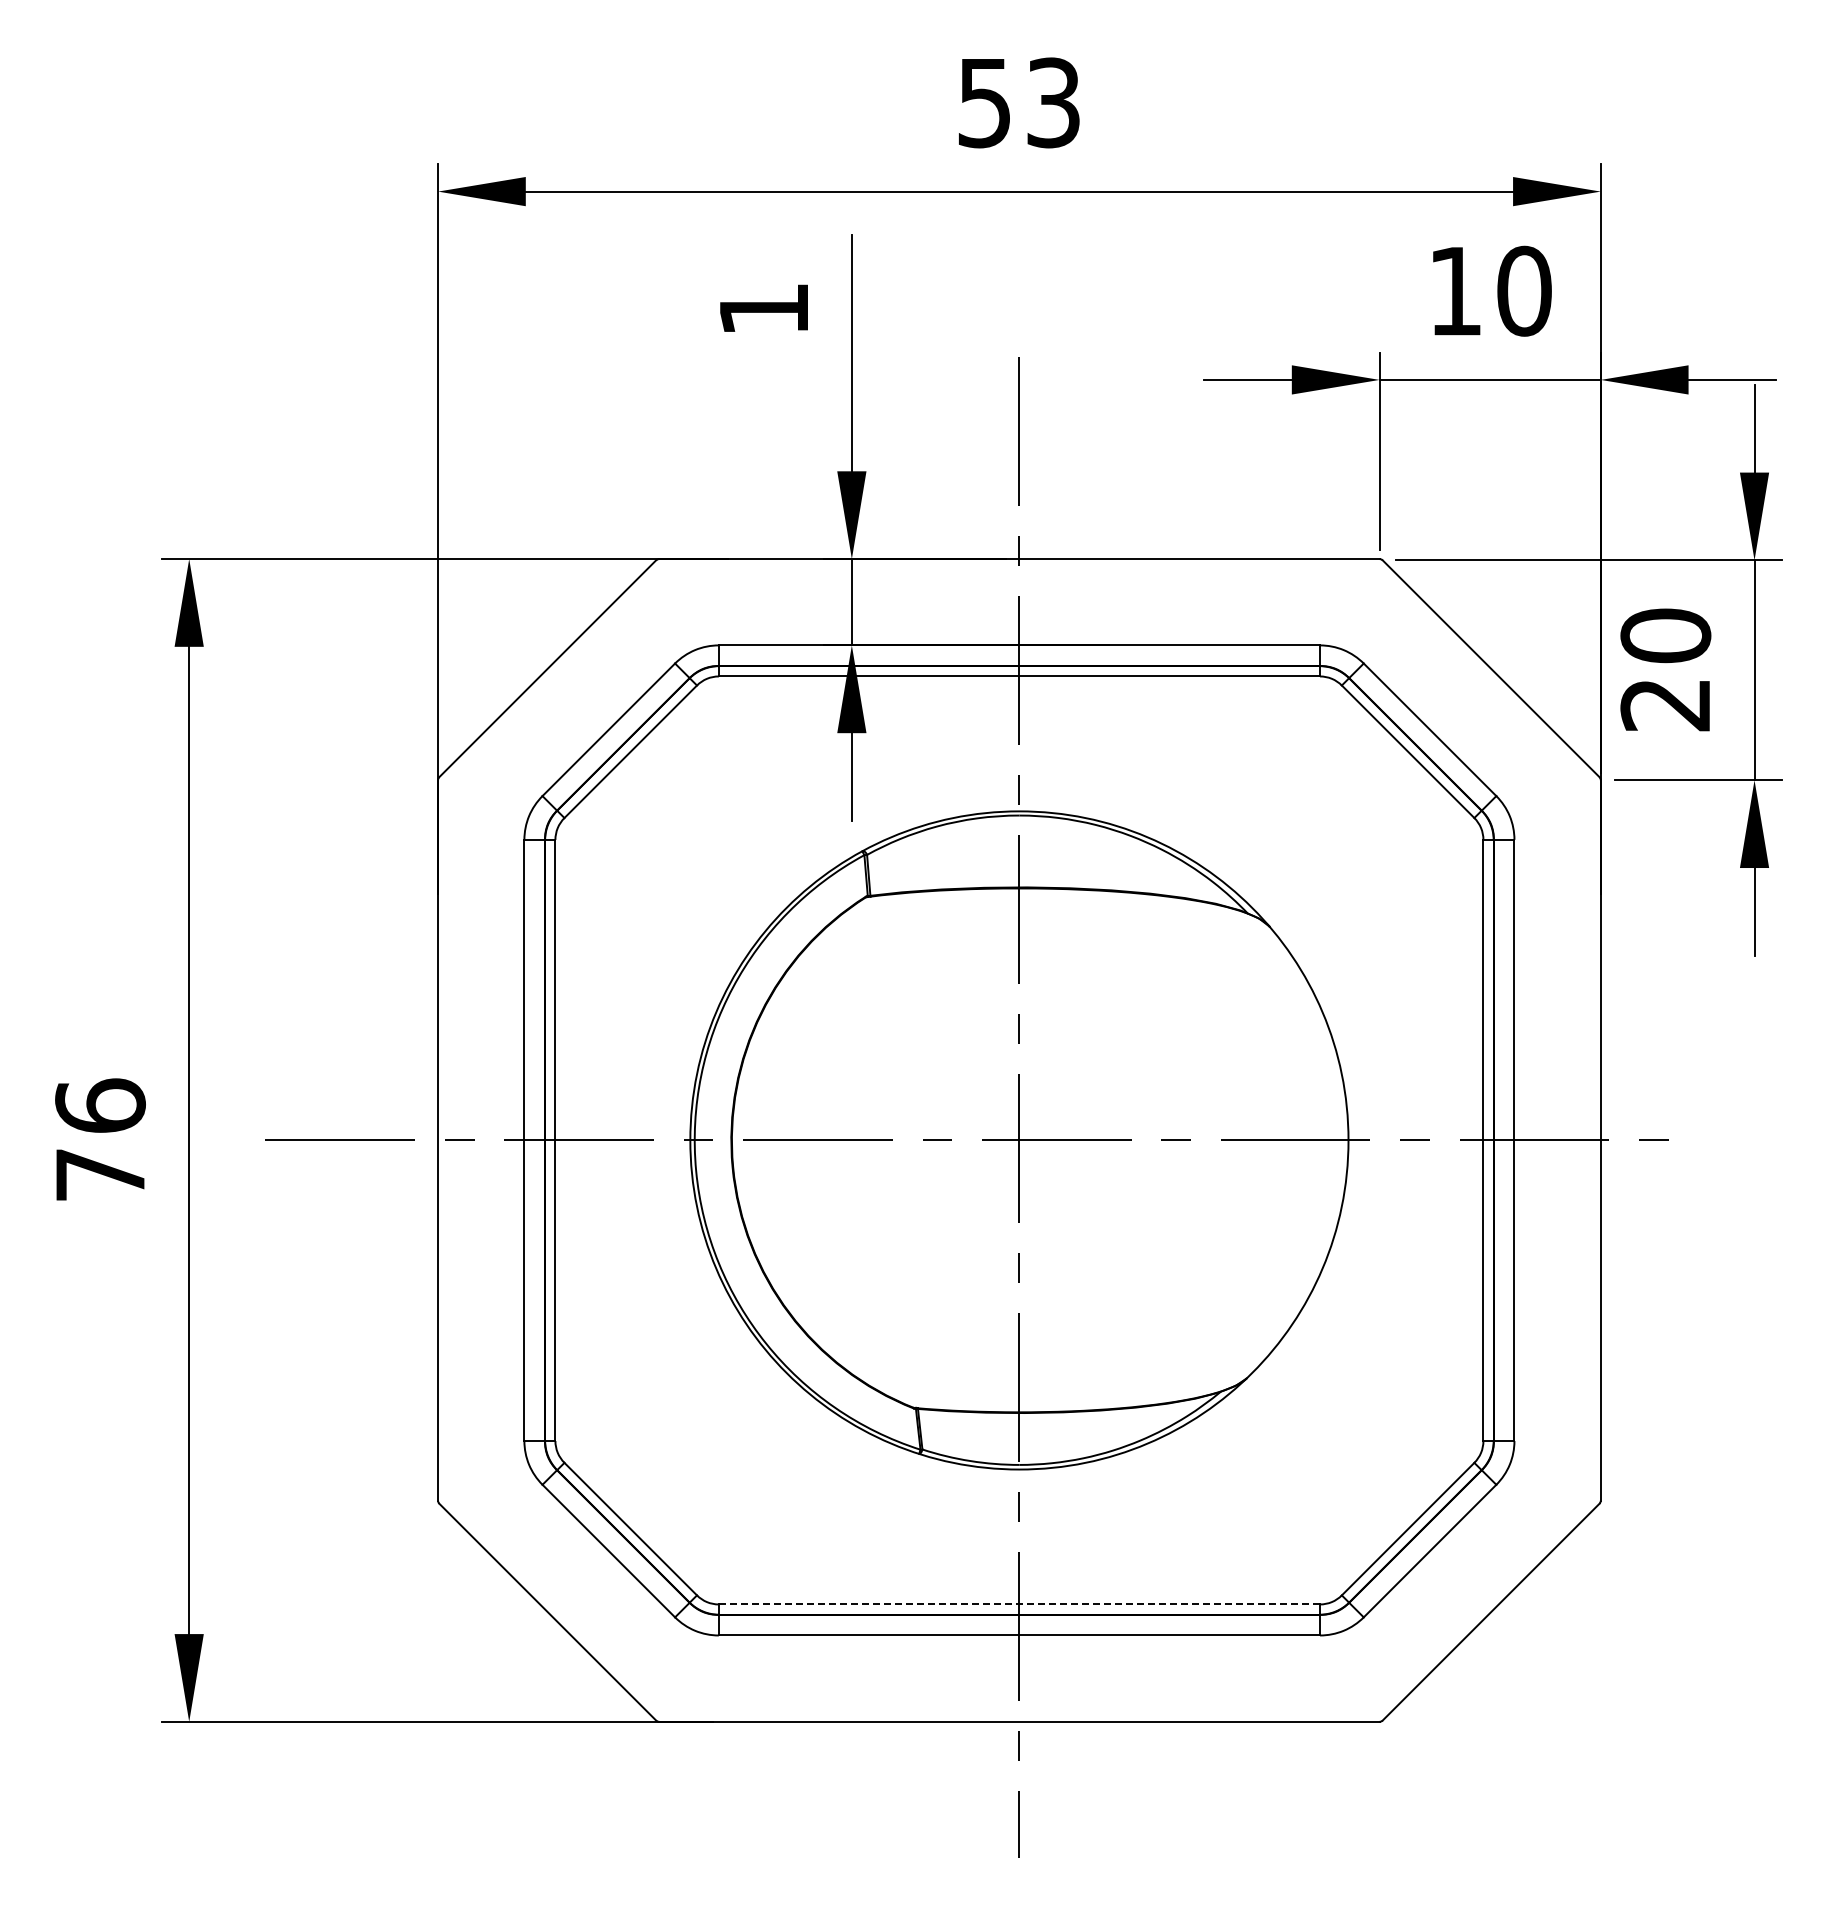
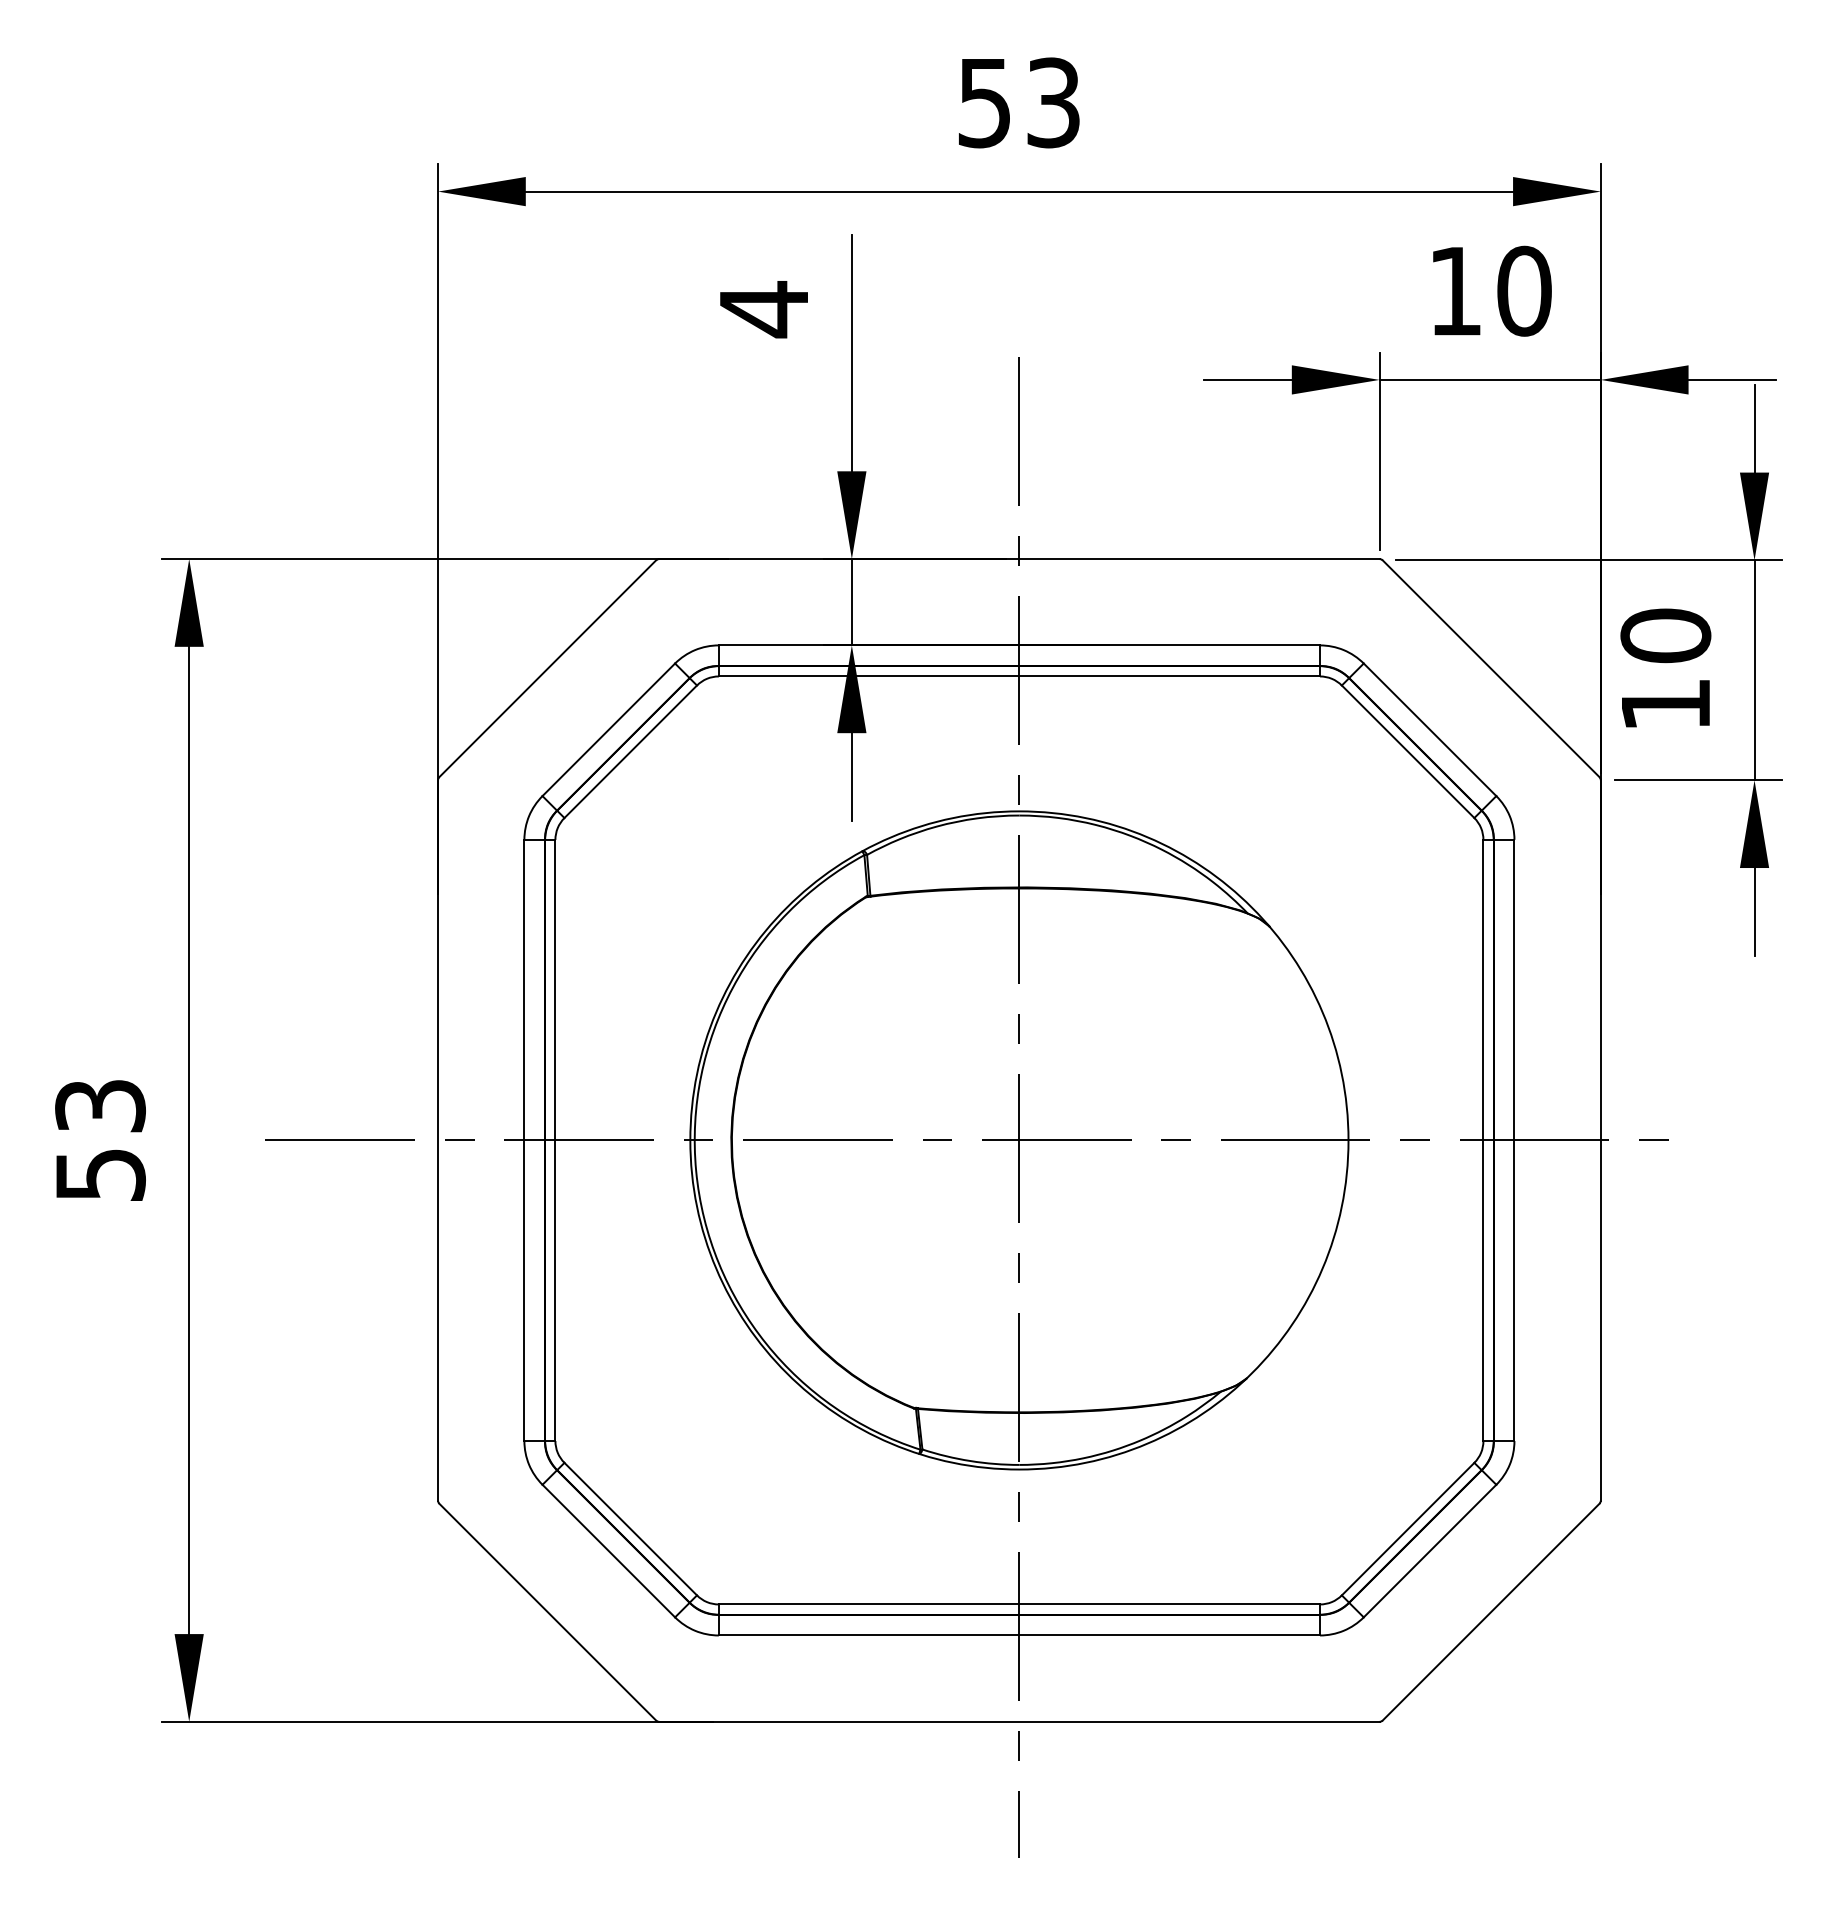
text at (763, 309): 1 -> 4
text at (1664, 705): 20 -> 10
text at (100, 1139): 76 -> 53
line at (1019, 1604): dashed -> solid
